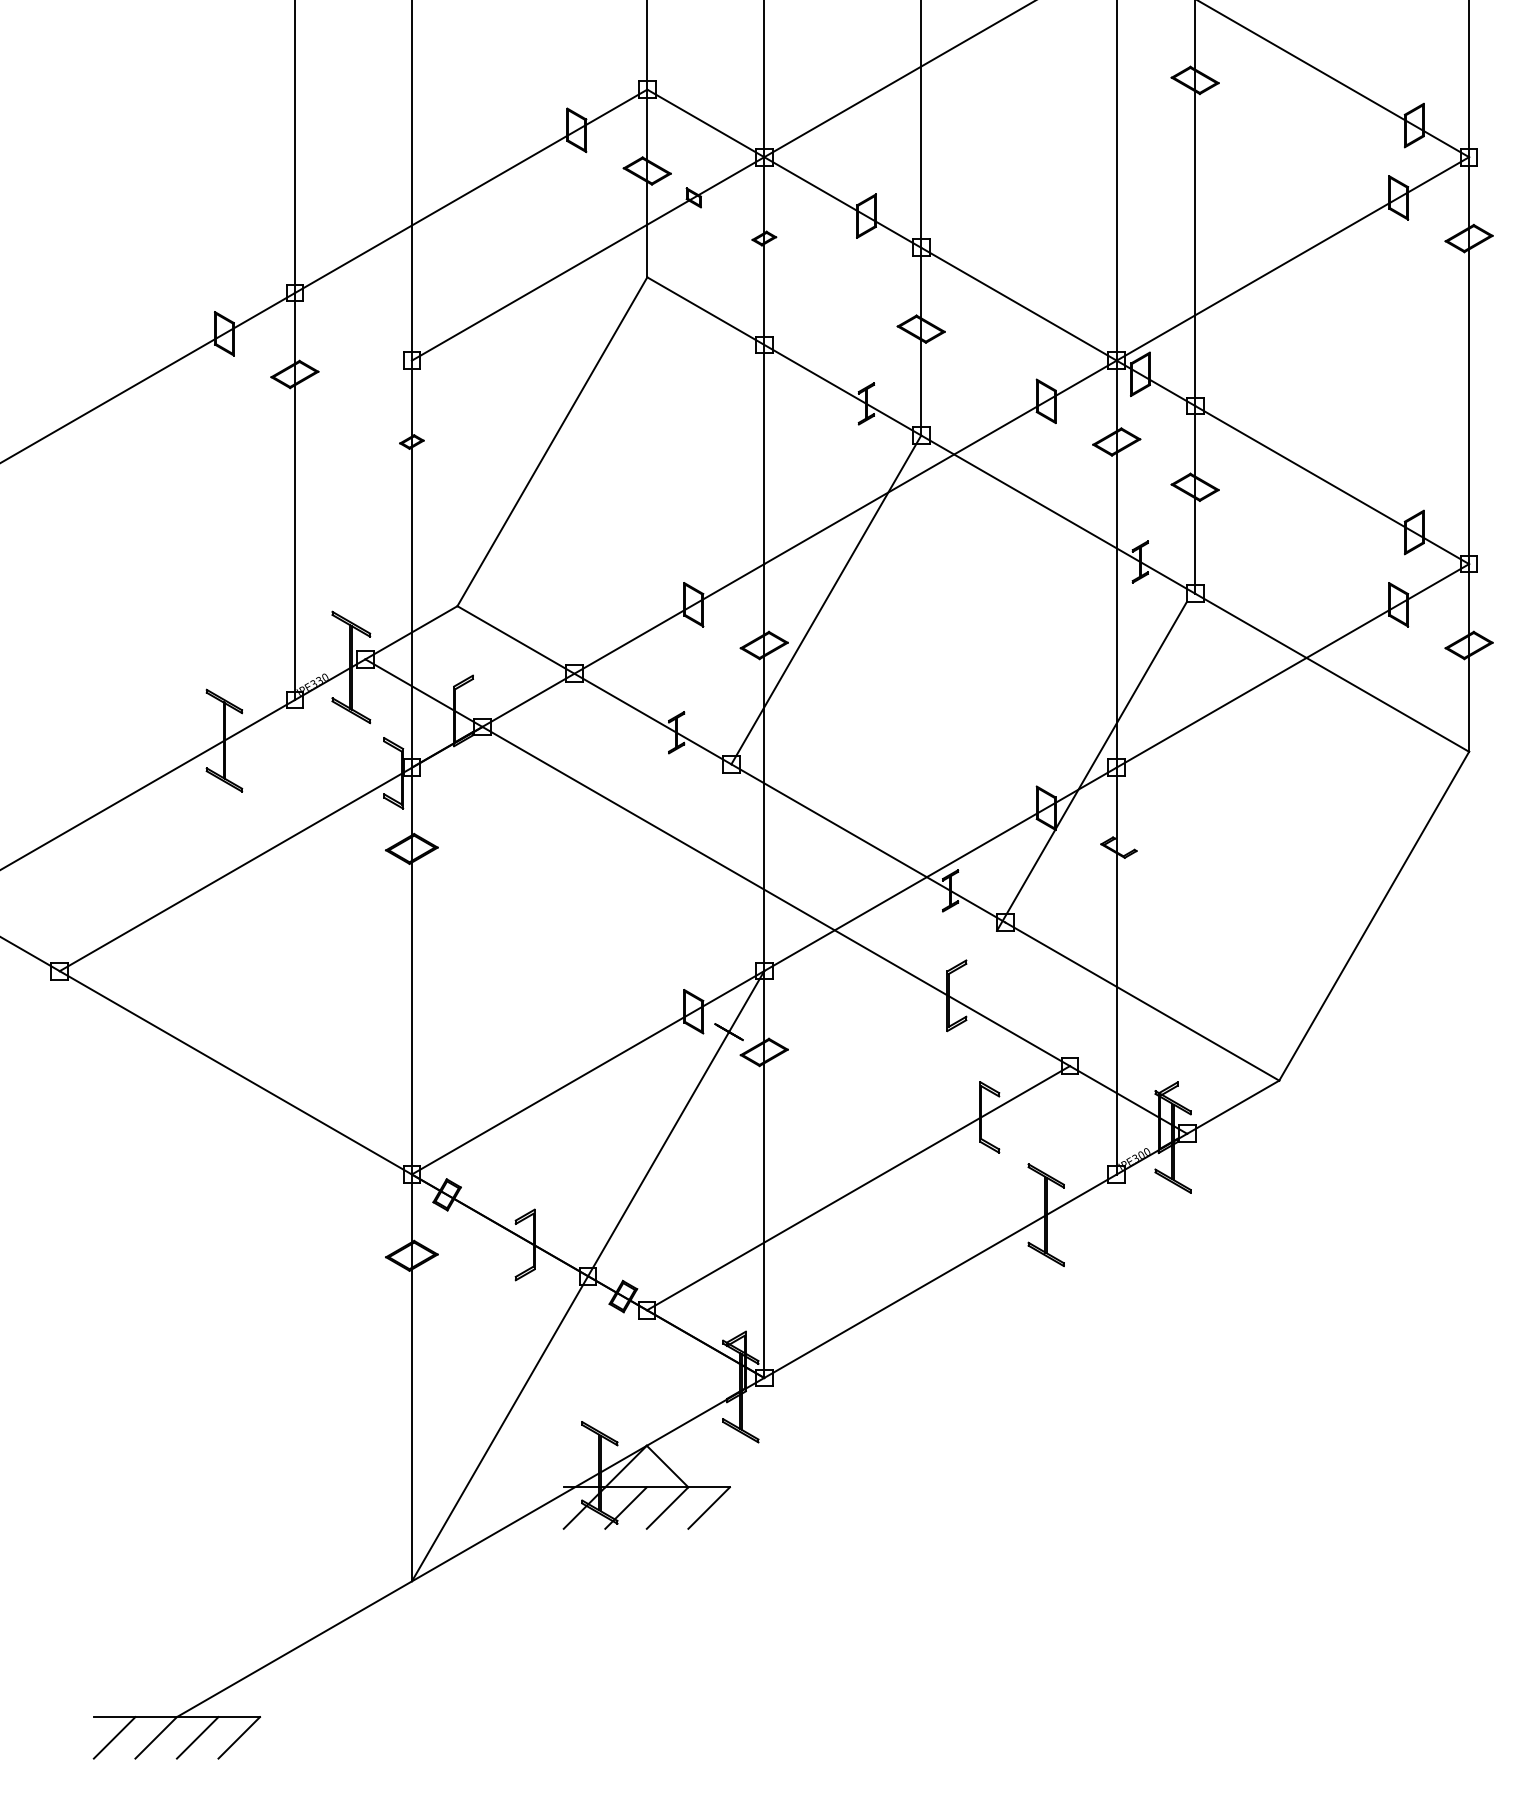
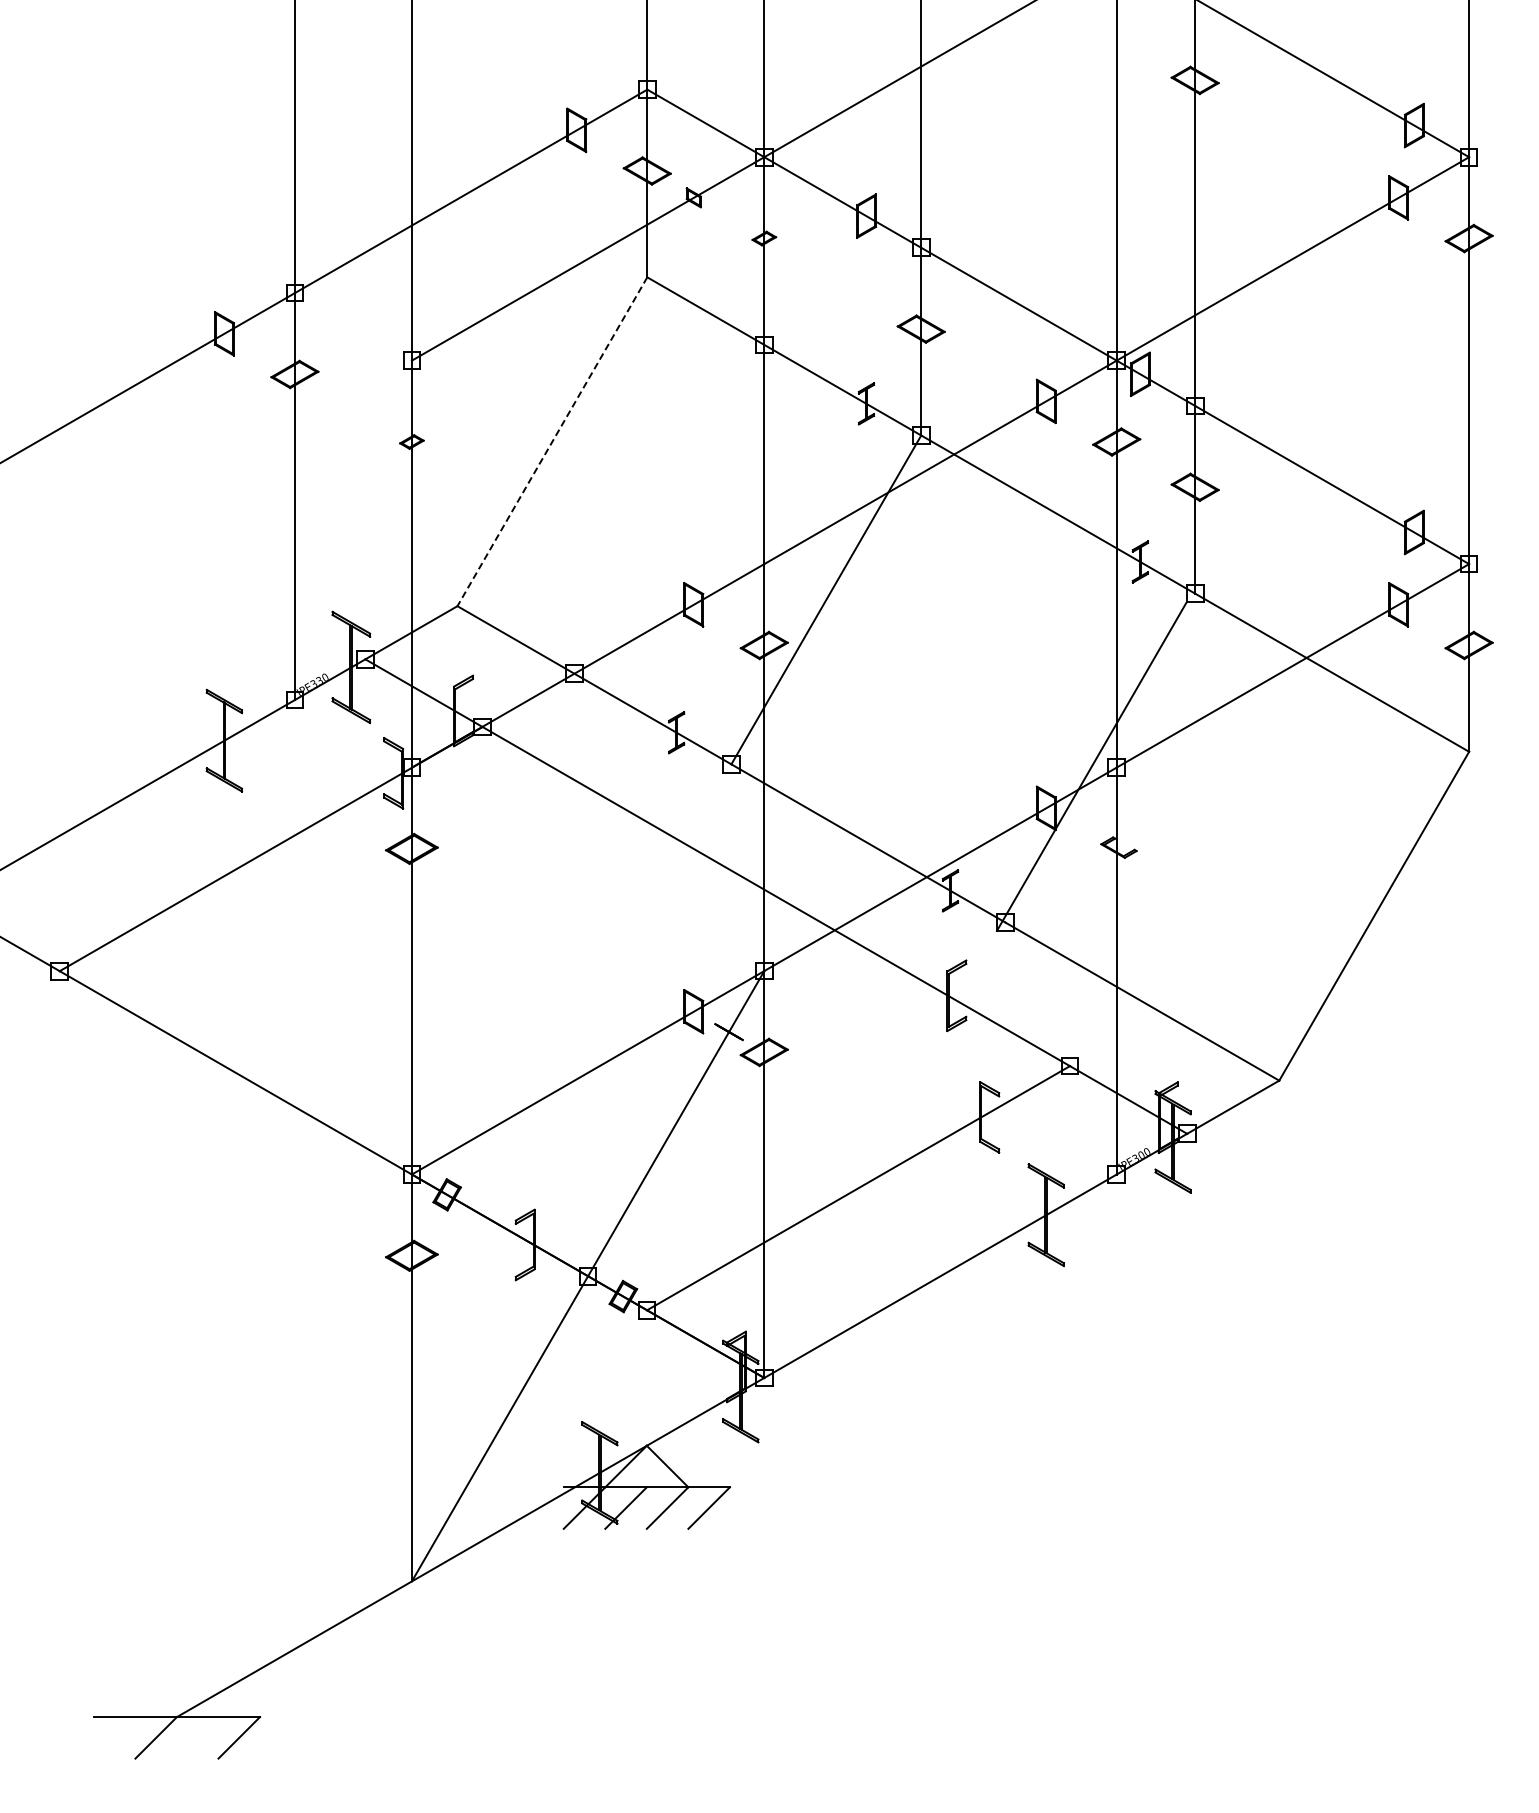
line at (552, 441): solid -> dashed
line at (114, 1737): present -> none
line at (197, 1737): present -> none
